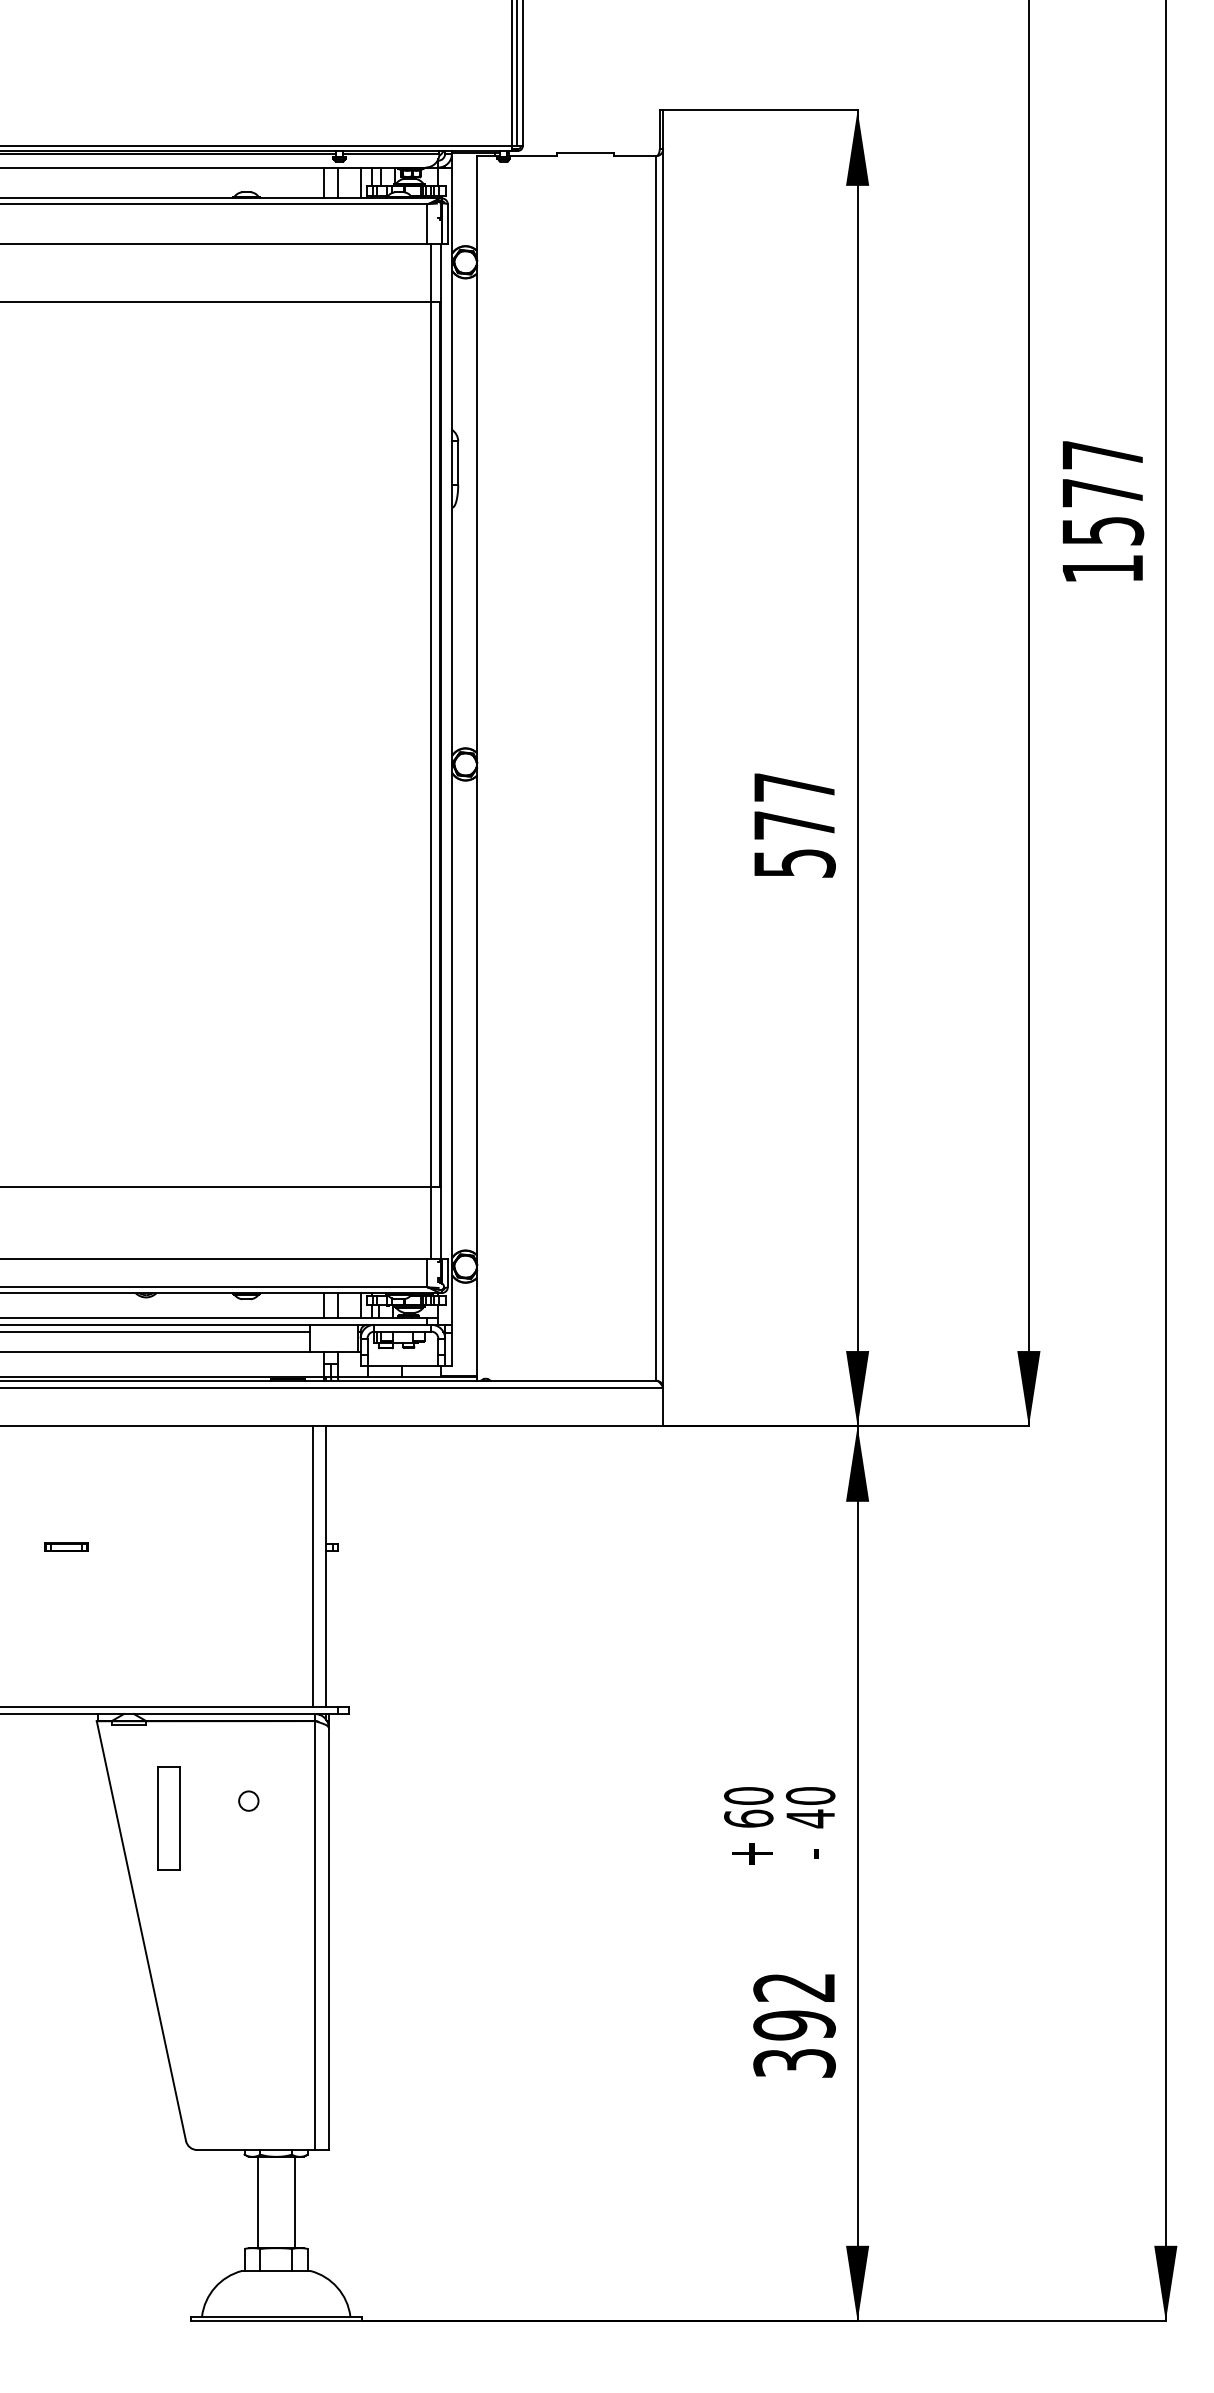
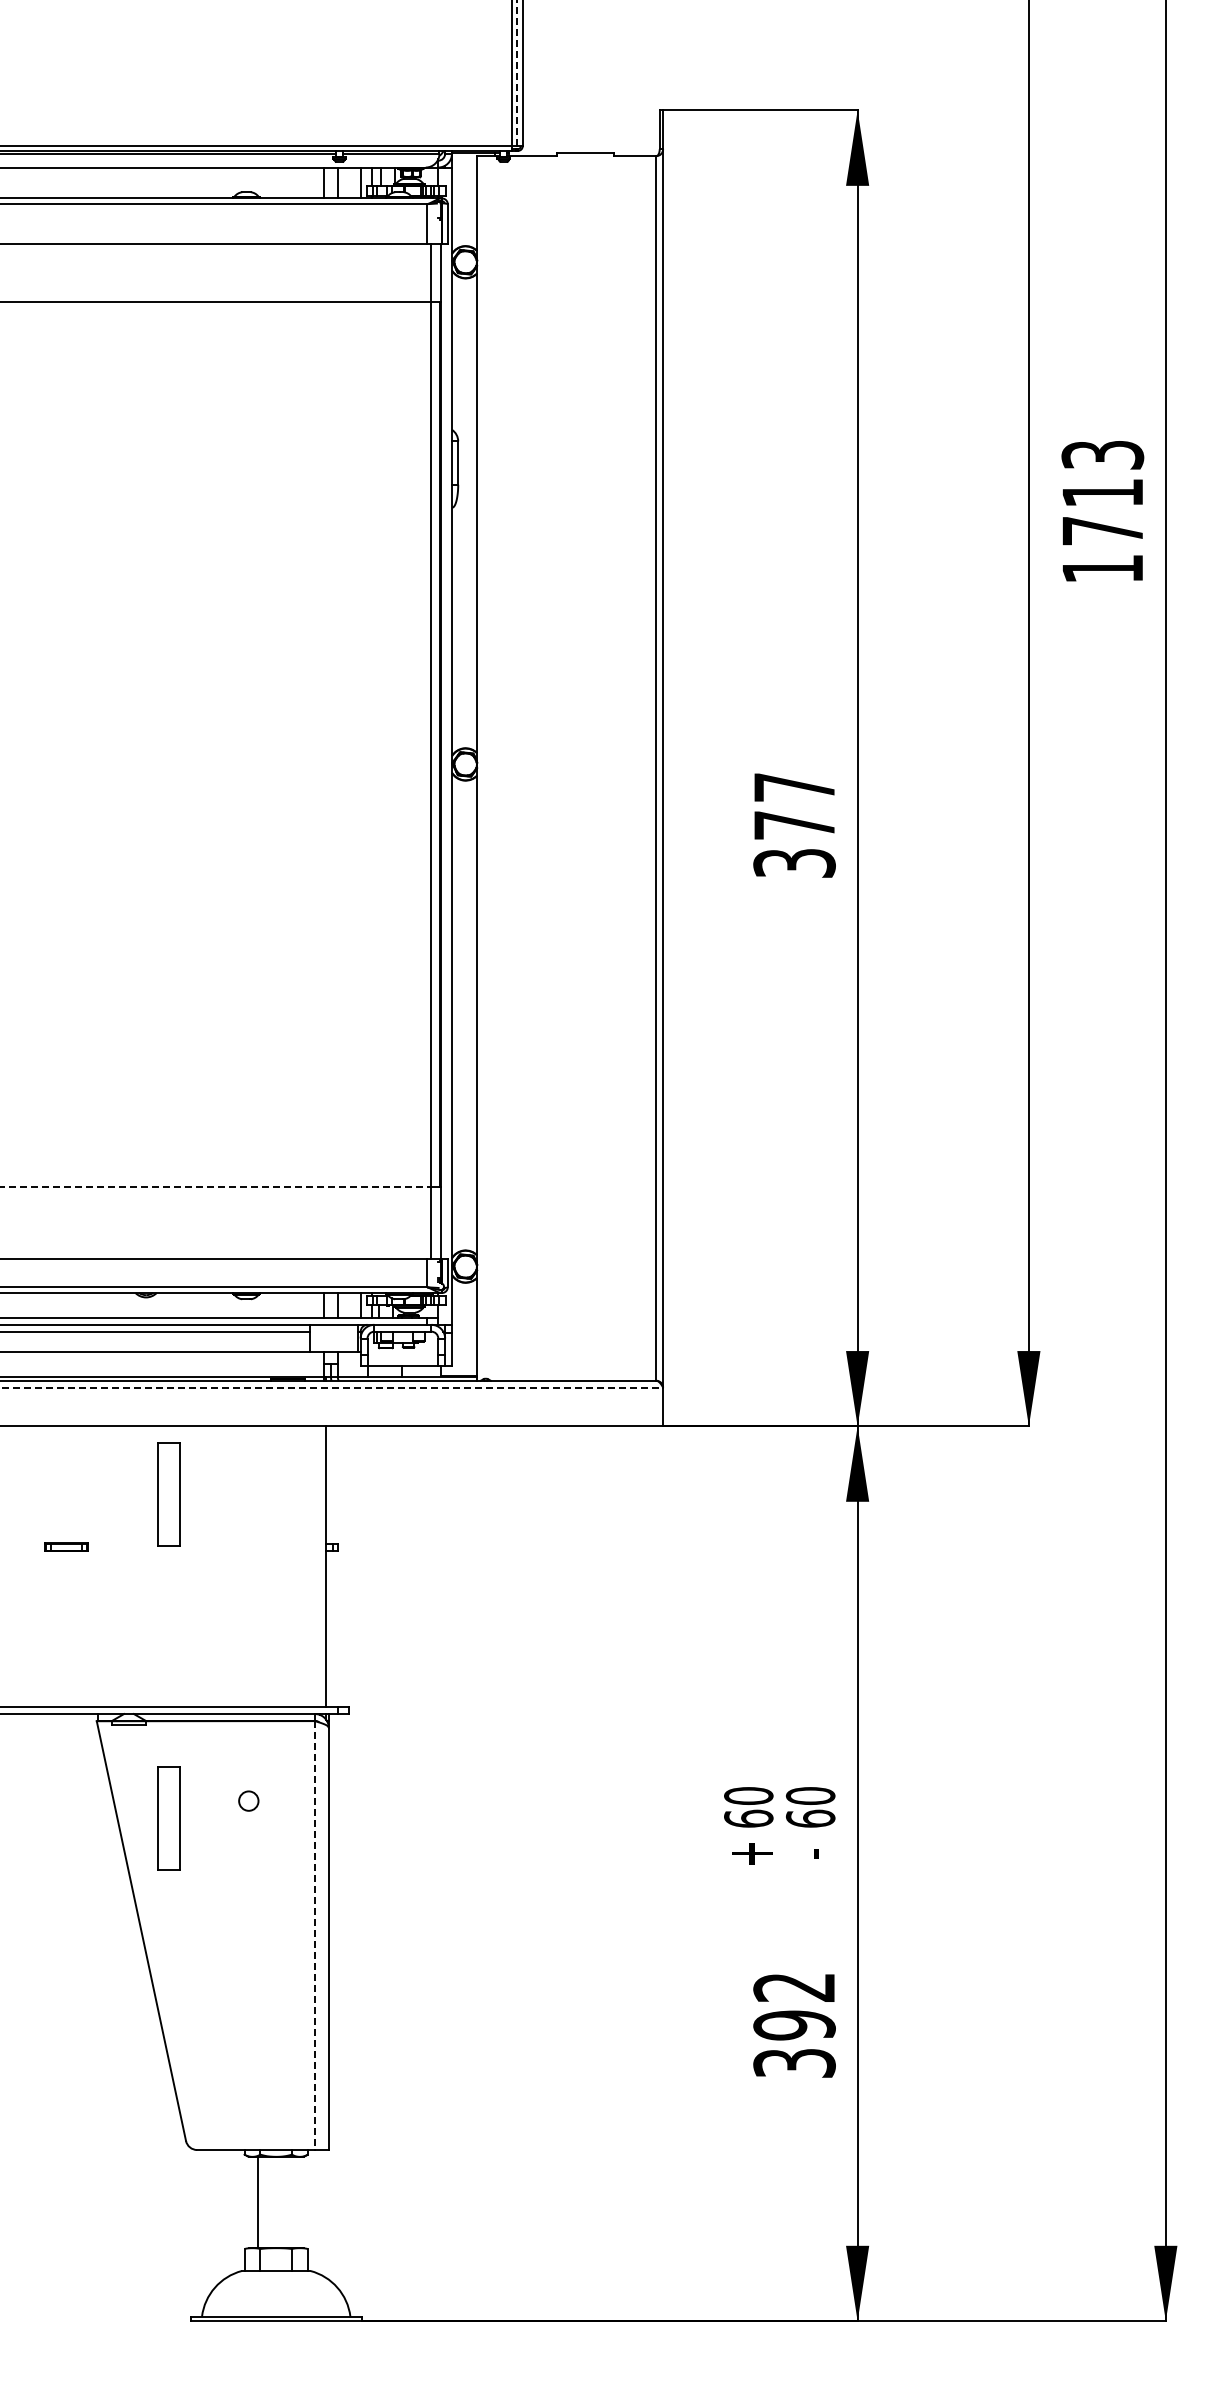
line at (516, 73): solid -> dashed
text at (1102, 493): 1577 -> 1713
text at (794, 863): 577 -> 377
line at (216, 1187): solid -> dashed
line at (332, 1387): solid -> dashed
part at (168, 1494): none -> present
line at (312, 1566): present -> none
text at (810, 1818): 40 -> 60
line at (315, 1936): solid -> dashed
line at (294, 2202): present -> none
